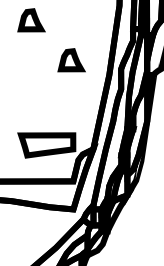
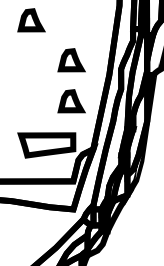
part at (71, 101): none -> present
